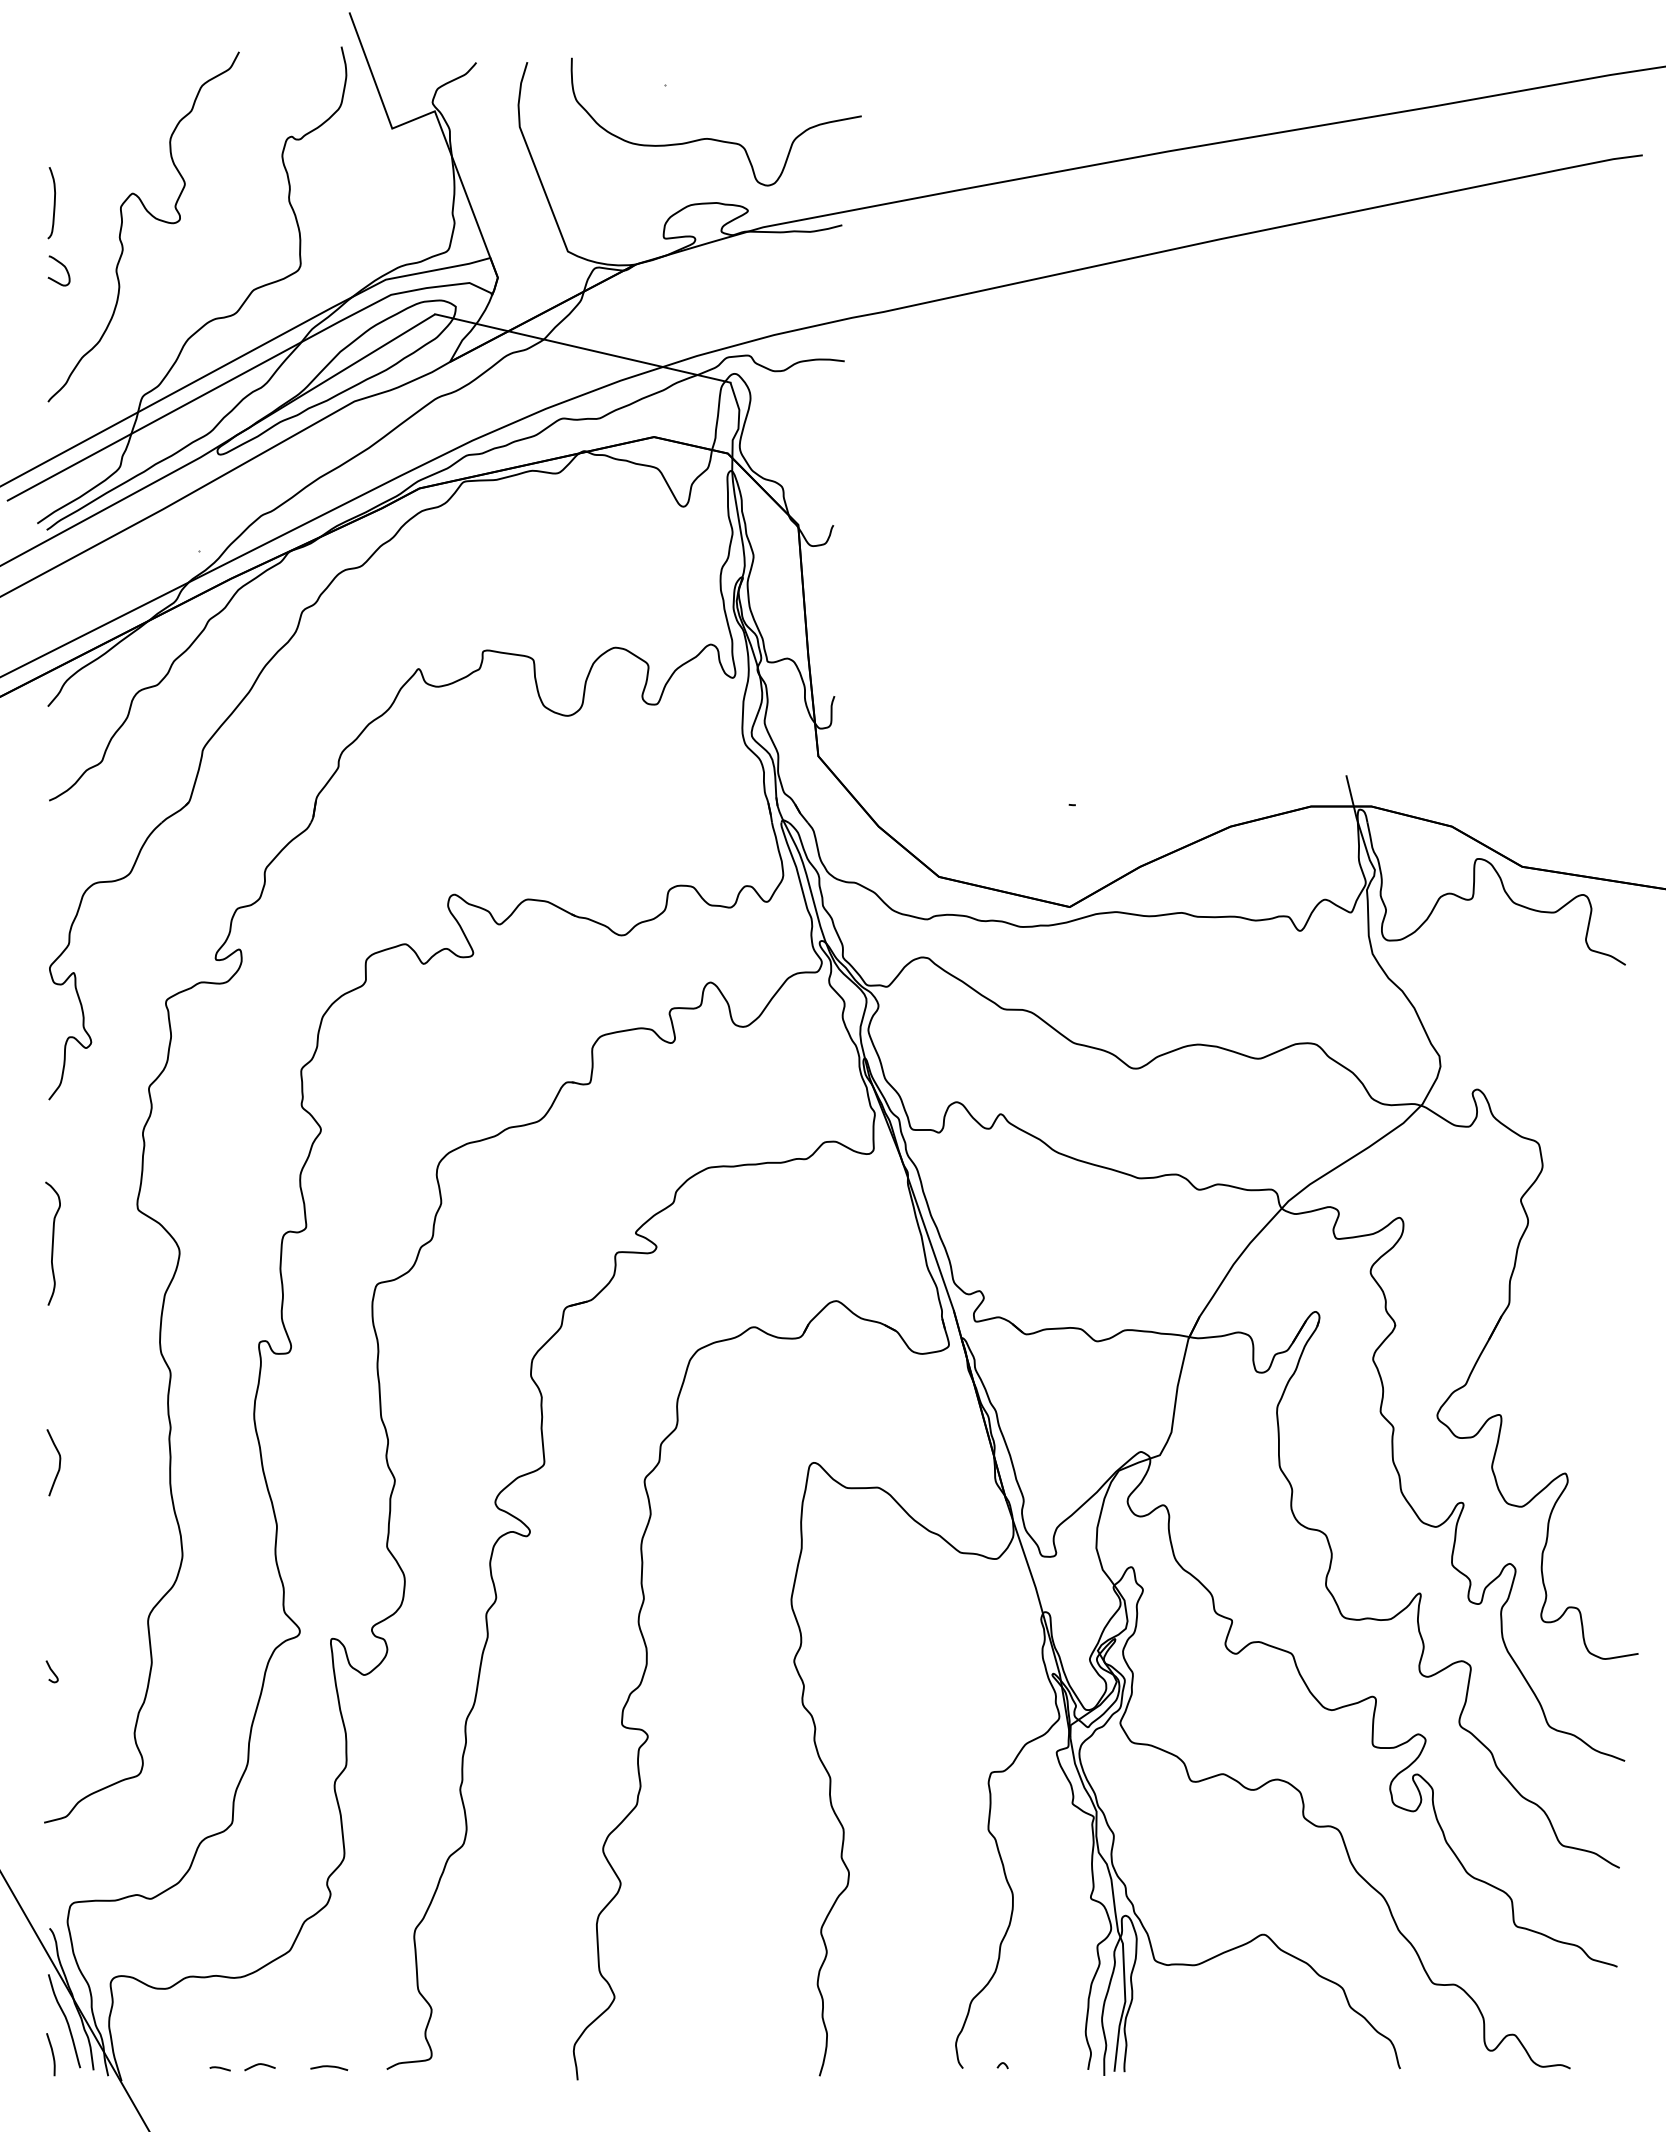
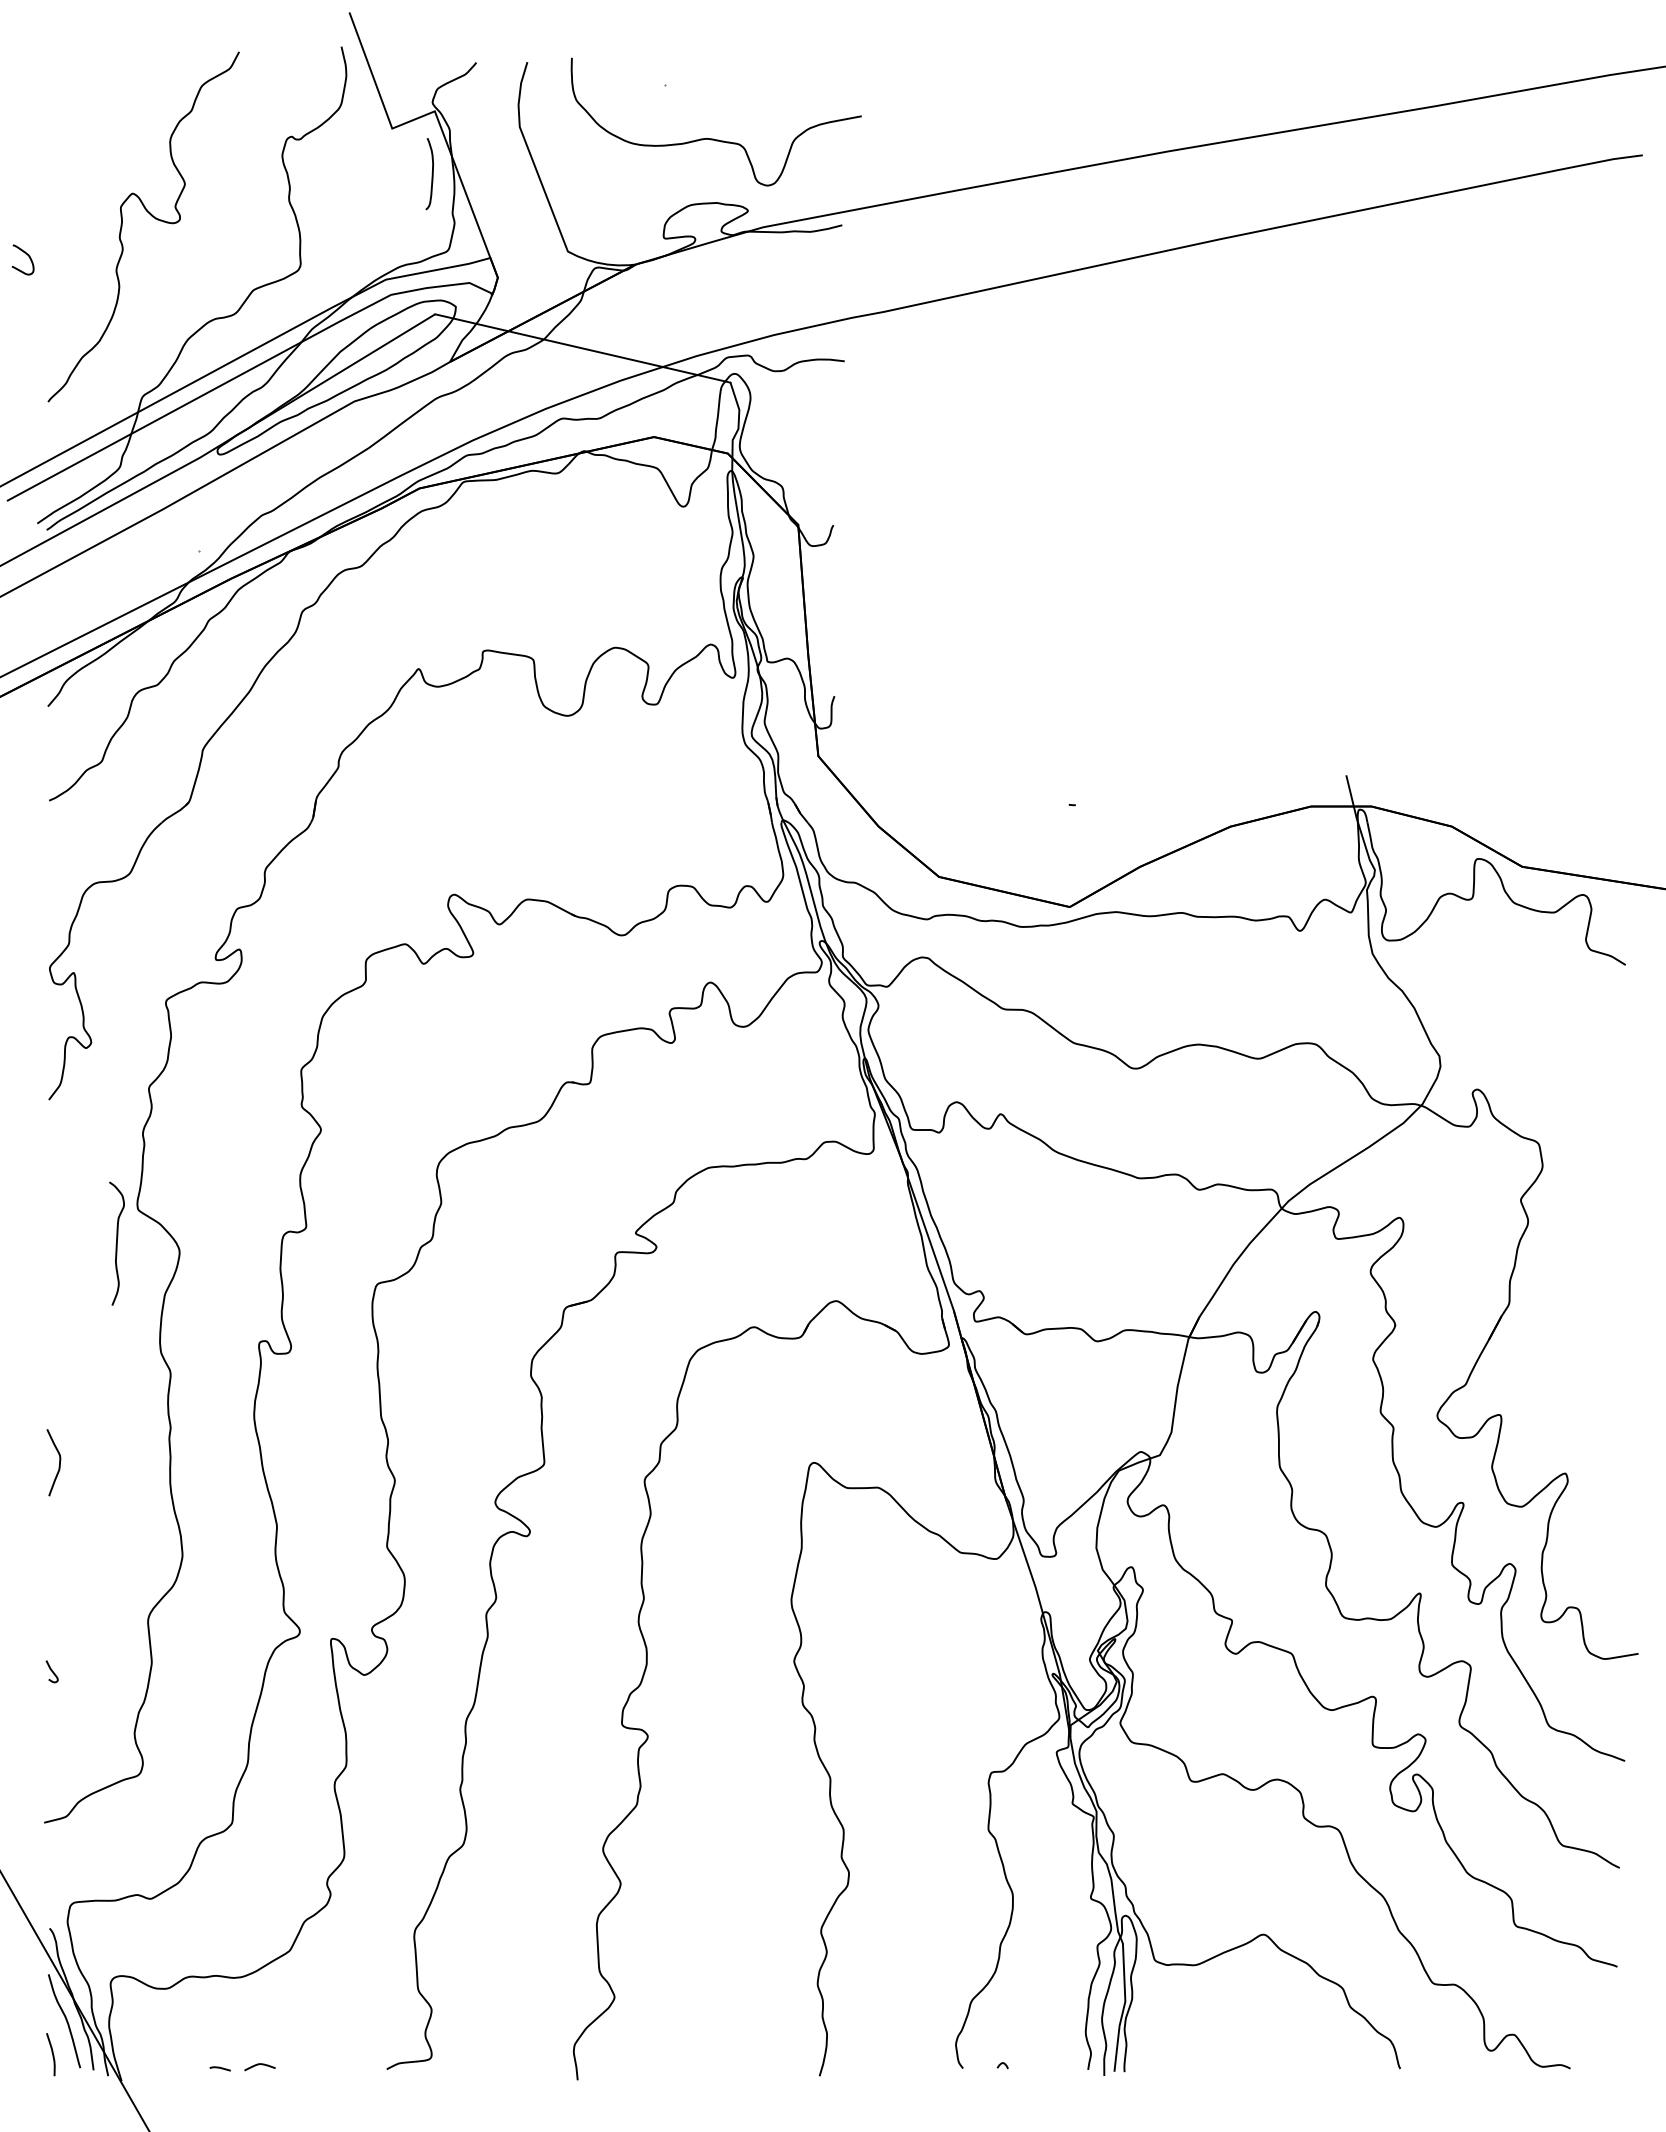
curve at (53, 203) position: (53, 203) -> (431, 174)
curve at (60, 264) position: (60, 264) -> (24, 253)
curve at (52, 1243) position: (52, 1243) -> (116, 1243)
curve at (329, 2067): present -> none
